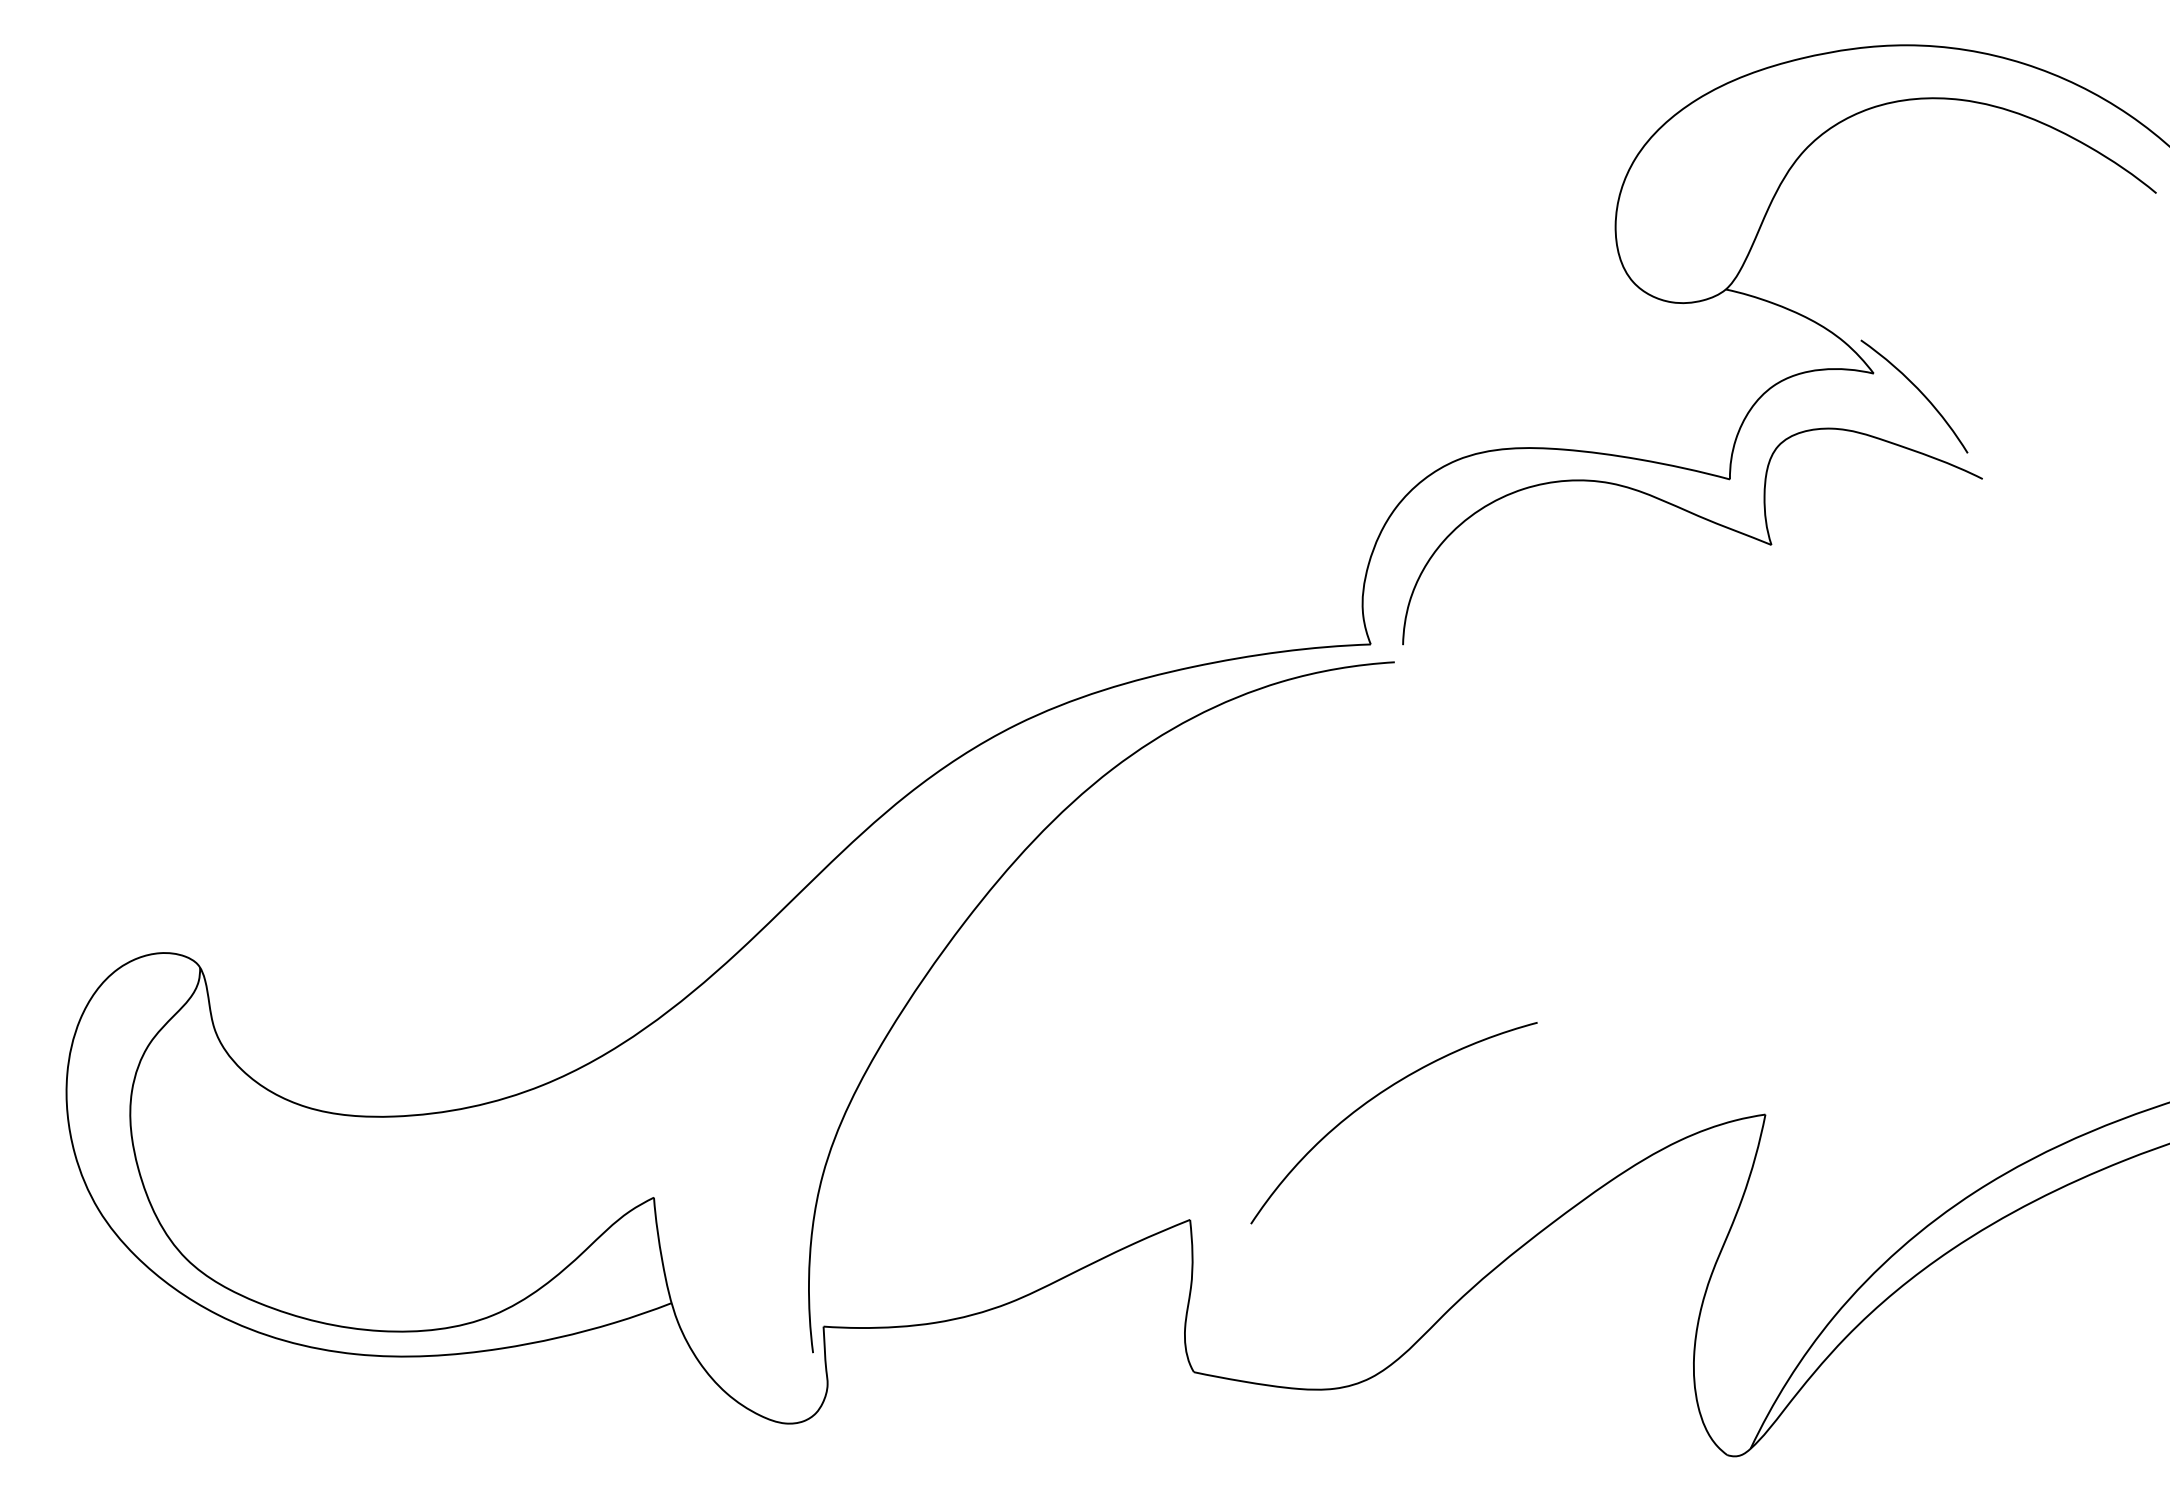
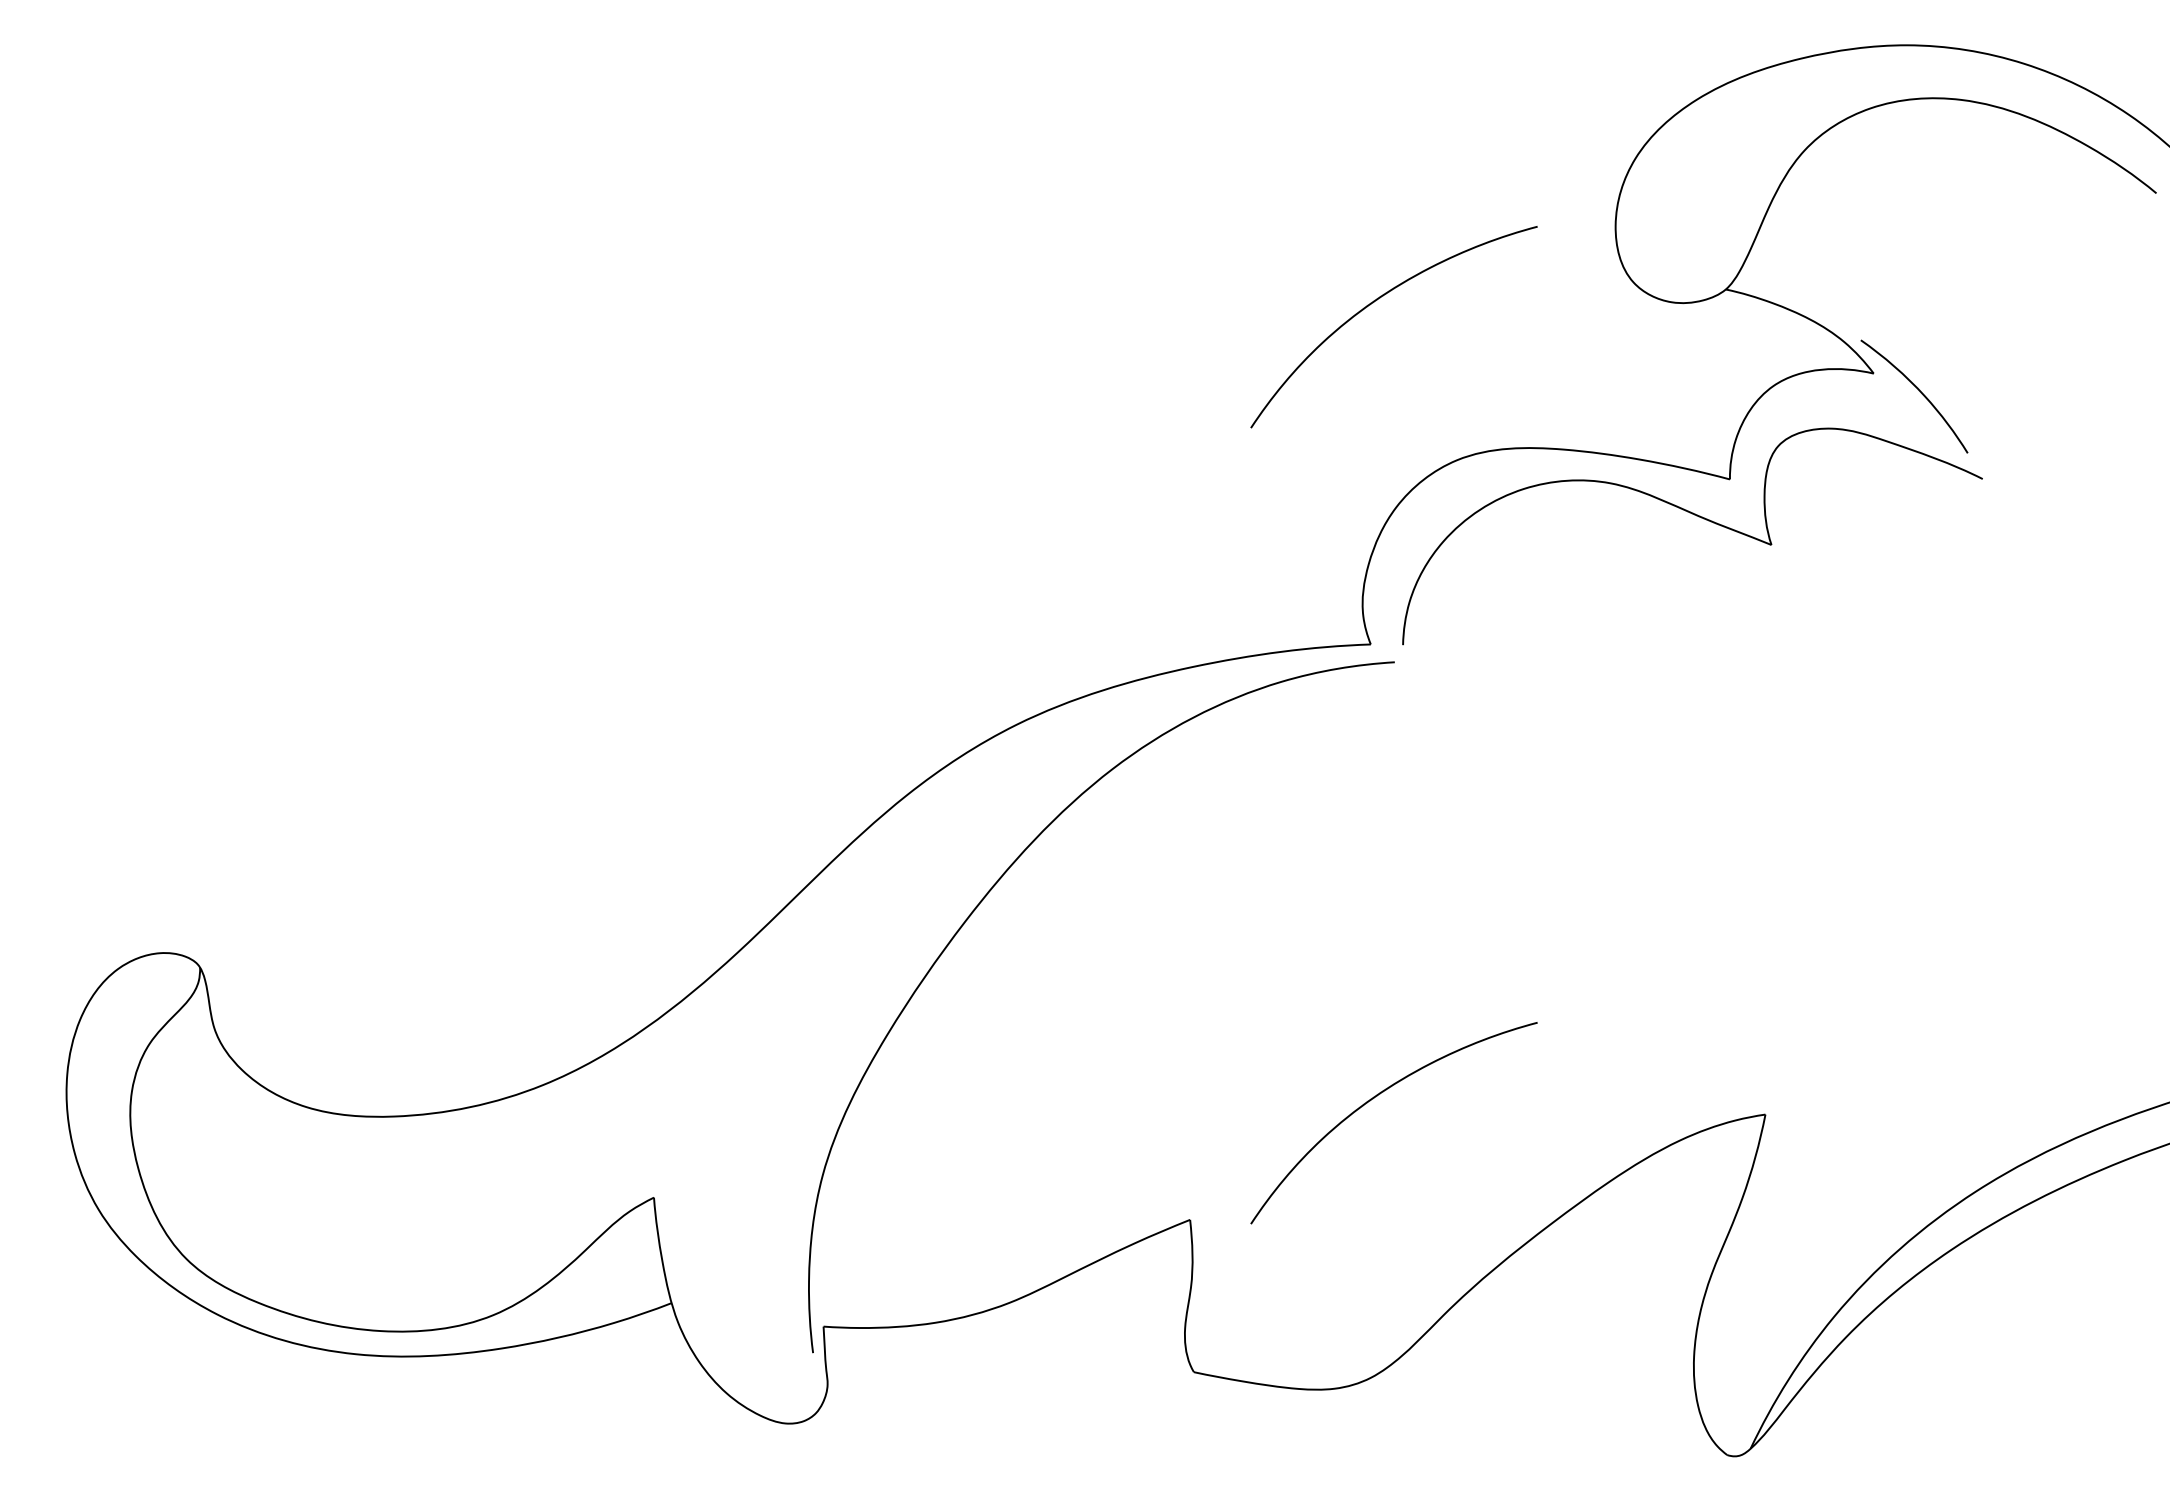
curve at (1373, 303): none -> present
